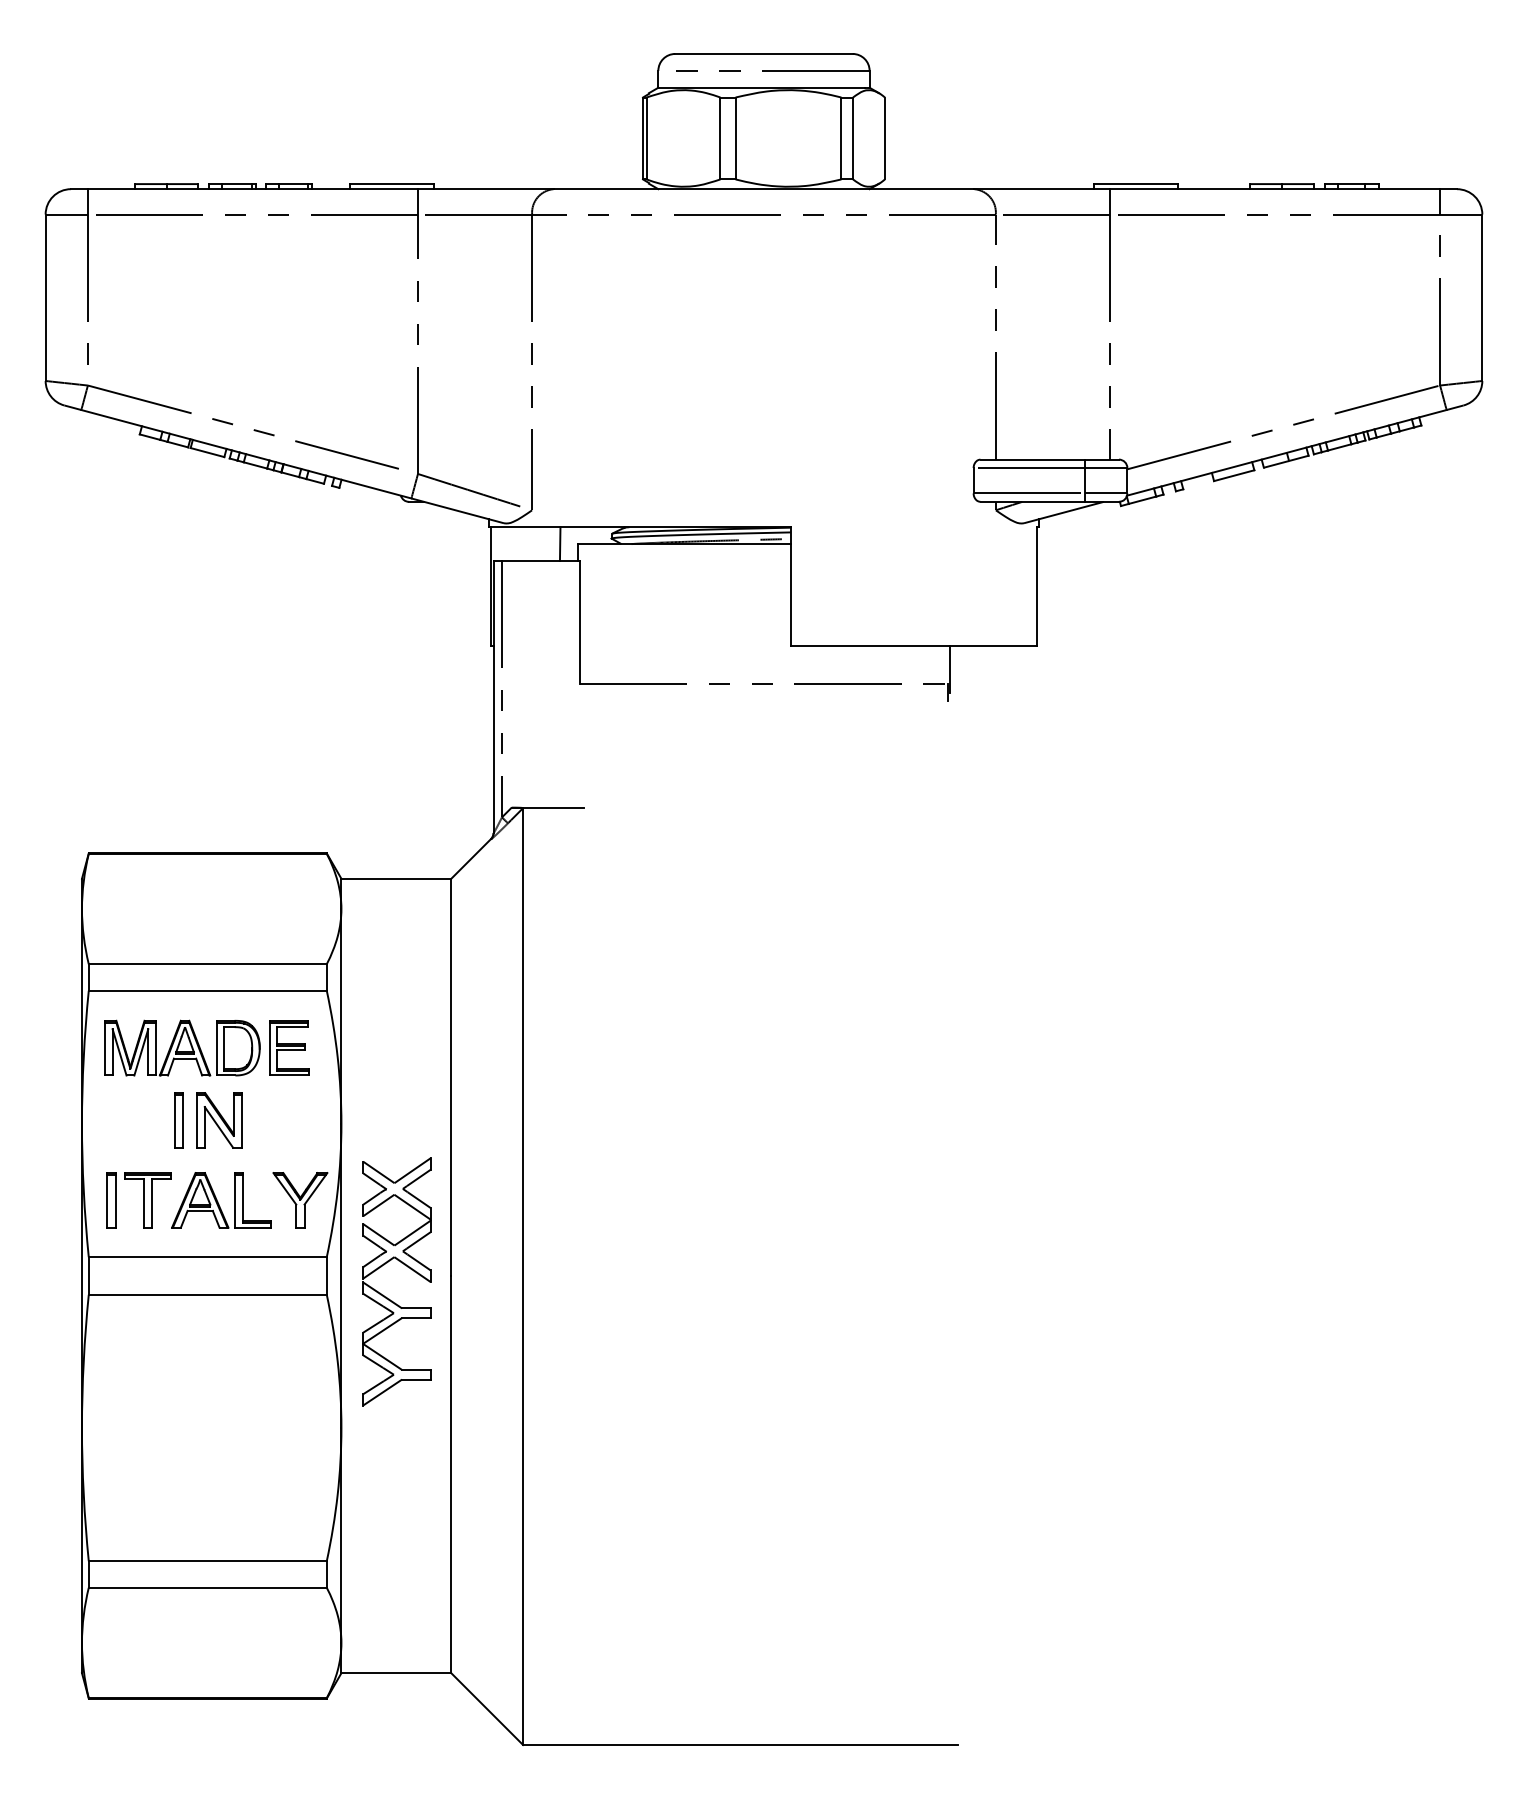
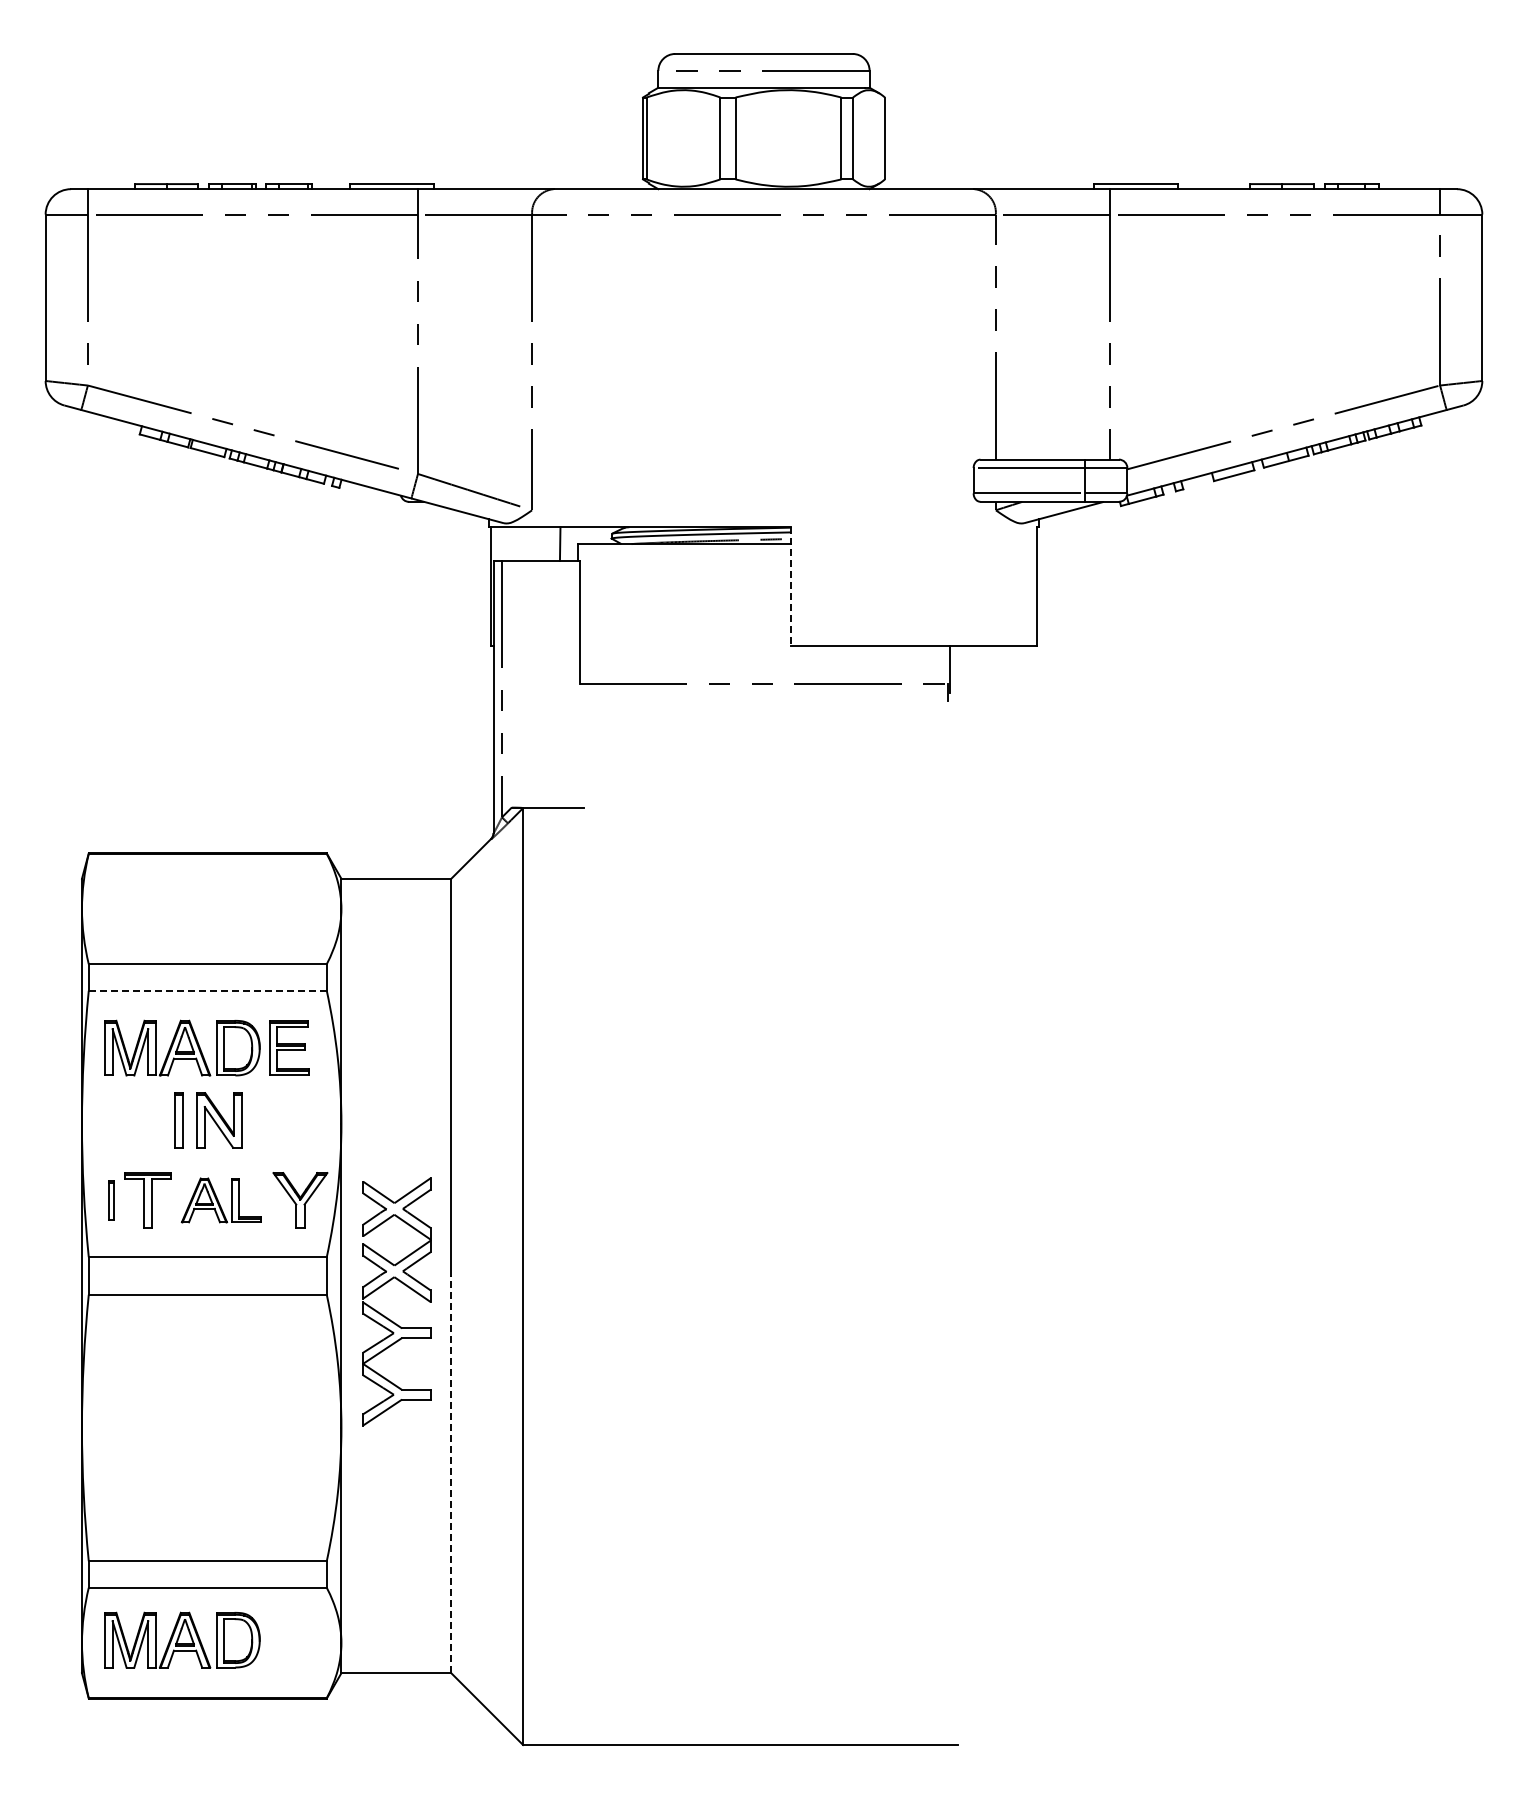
line at (791, 586): solid -> dashed
line at (207, 990): solid -> dashed
part at (111, 1200) size: 11x57 px -> 7x41 px
part at (221, 1200) size: 101x57 px -> 82x47 px
part at (407, 1267) position: (407, 1267) -> (407, 1287)
line at (451, 1474): solid -> dashed
part at (182, 1639): none -> present
